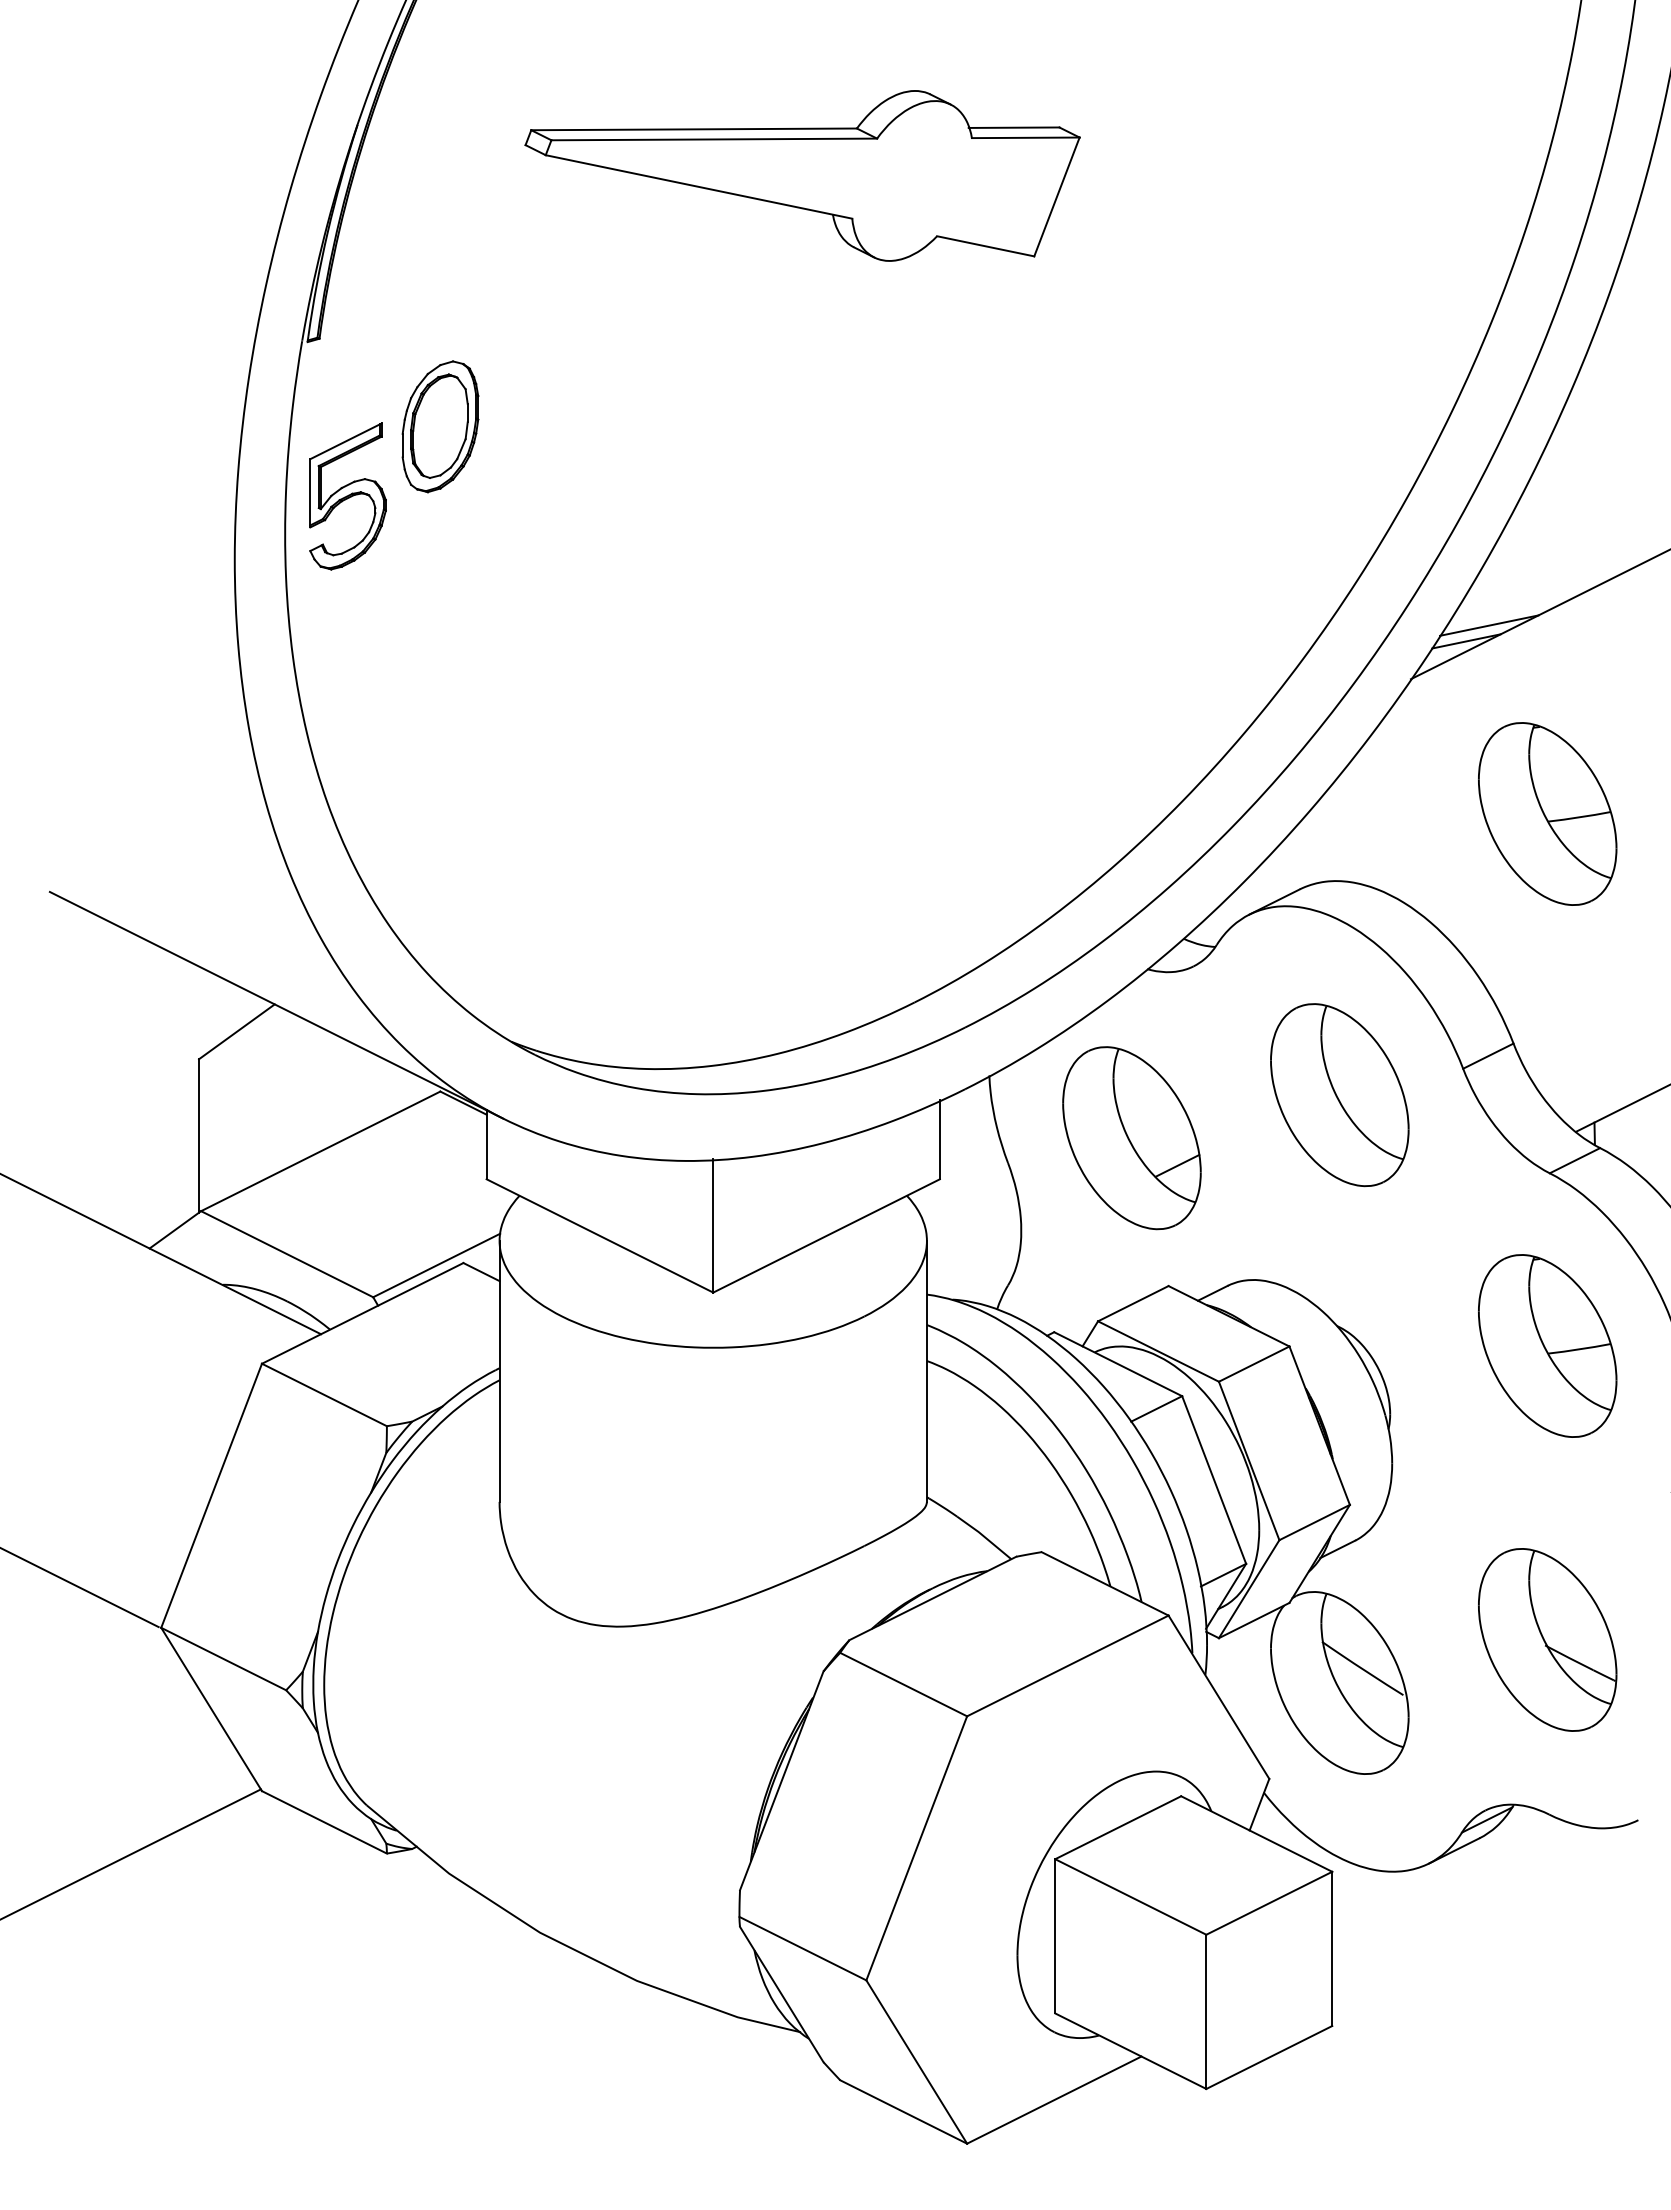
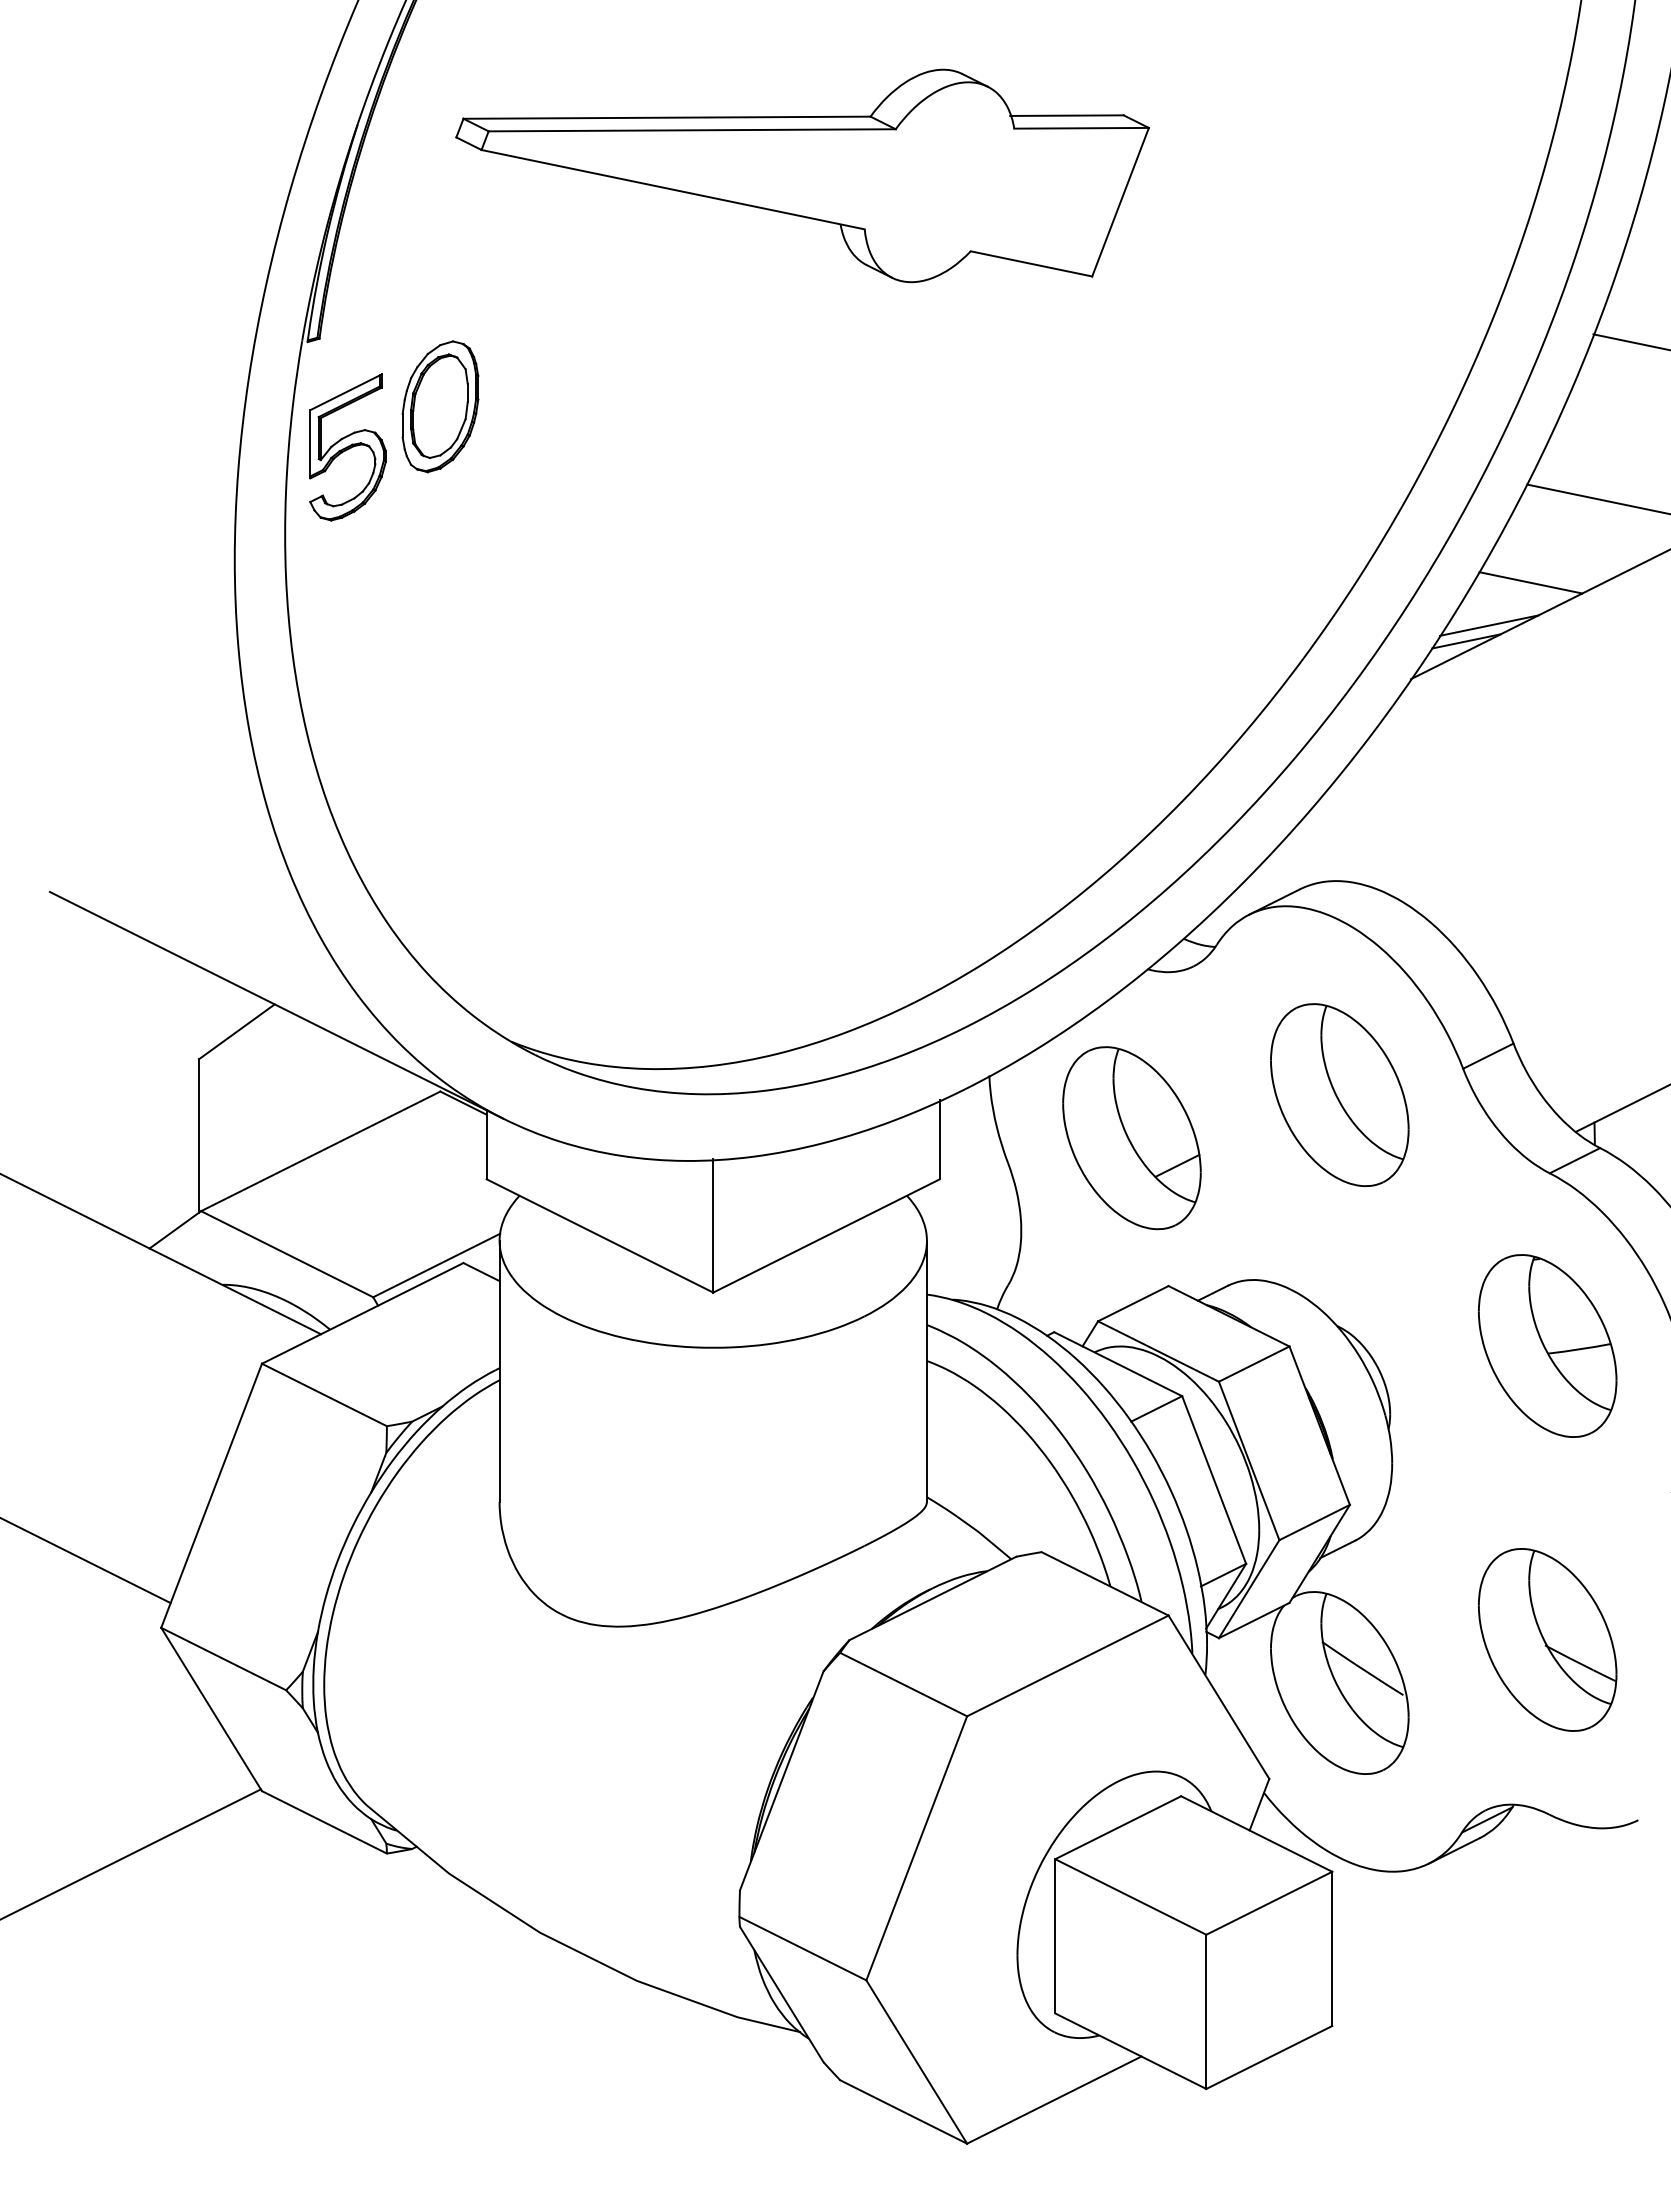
part at (802, 175) size: 557x172 px -> 695x216 px
line at (1630, 341): none -> present
part at (440, 426) position: (440, 426) -> (440, 406)
part at (347, 496) position: (347, 496) -> (347, 447)
line at (1597, 498): none -> present
line at (1530, 582): none -> present
part at (1547, 813): present -> none
line at (80, 1587) position: (80, 1587) -> (86, 1560)
